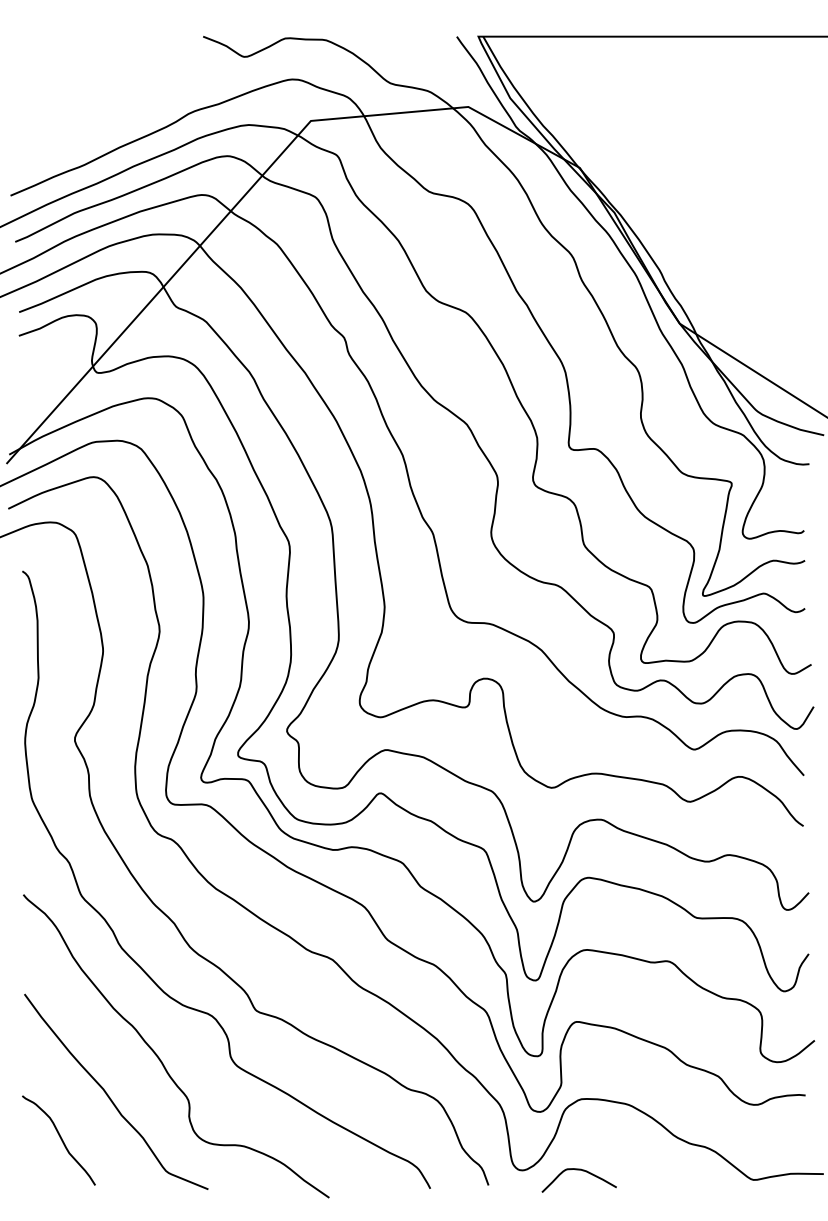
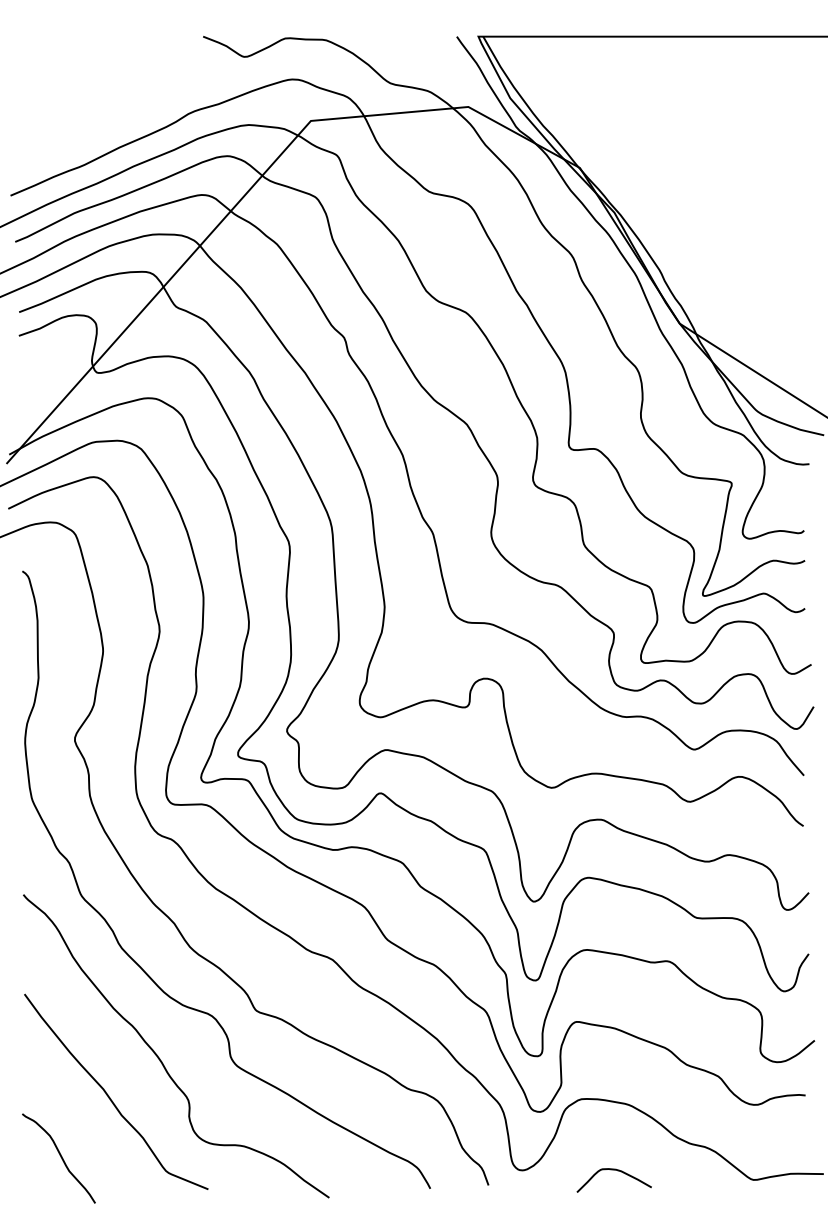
curve at (60, 1139) position: (60, 1139) -> (60, 1157)
curve at (582, 1171) position: (582, 1171) -> (617, 1171)
